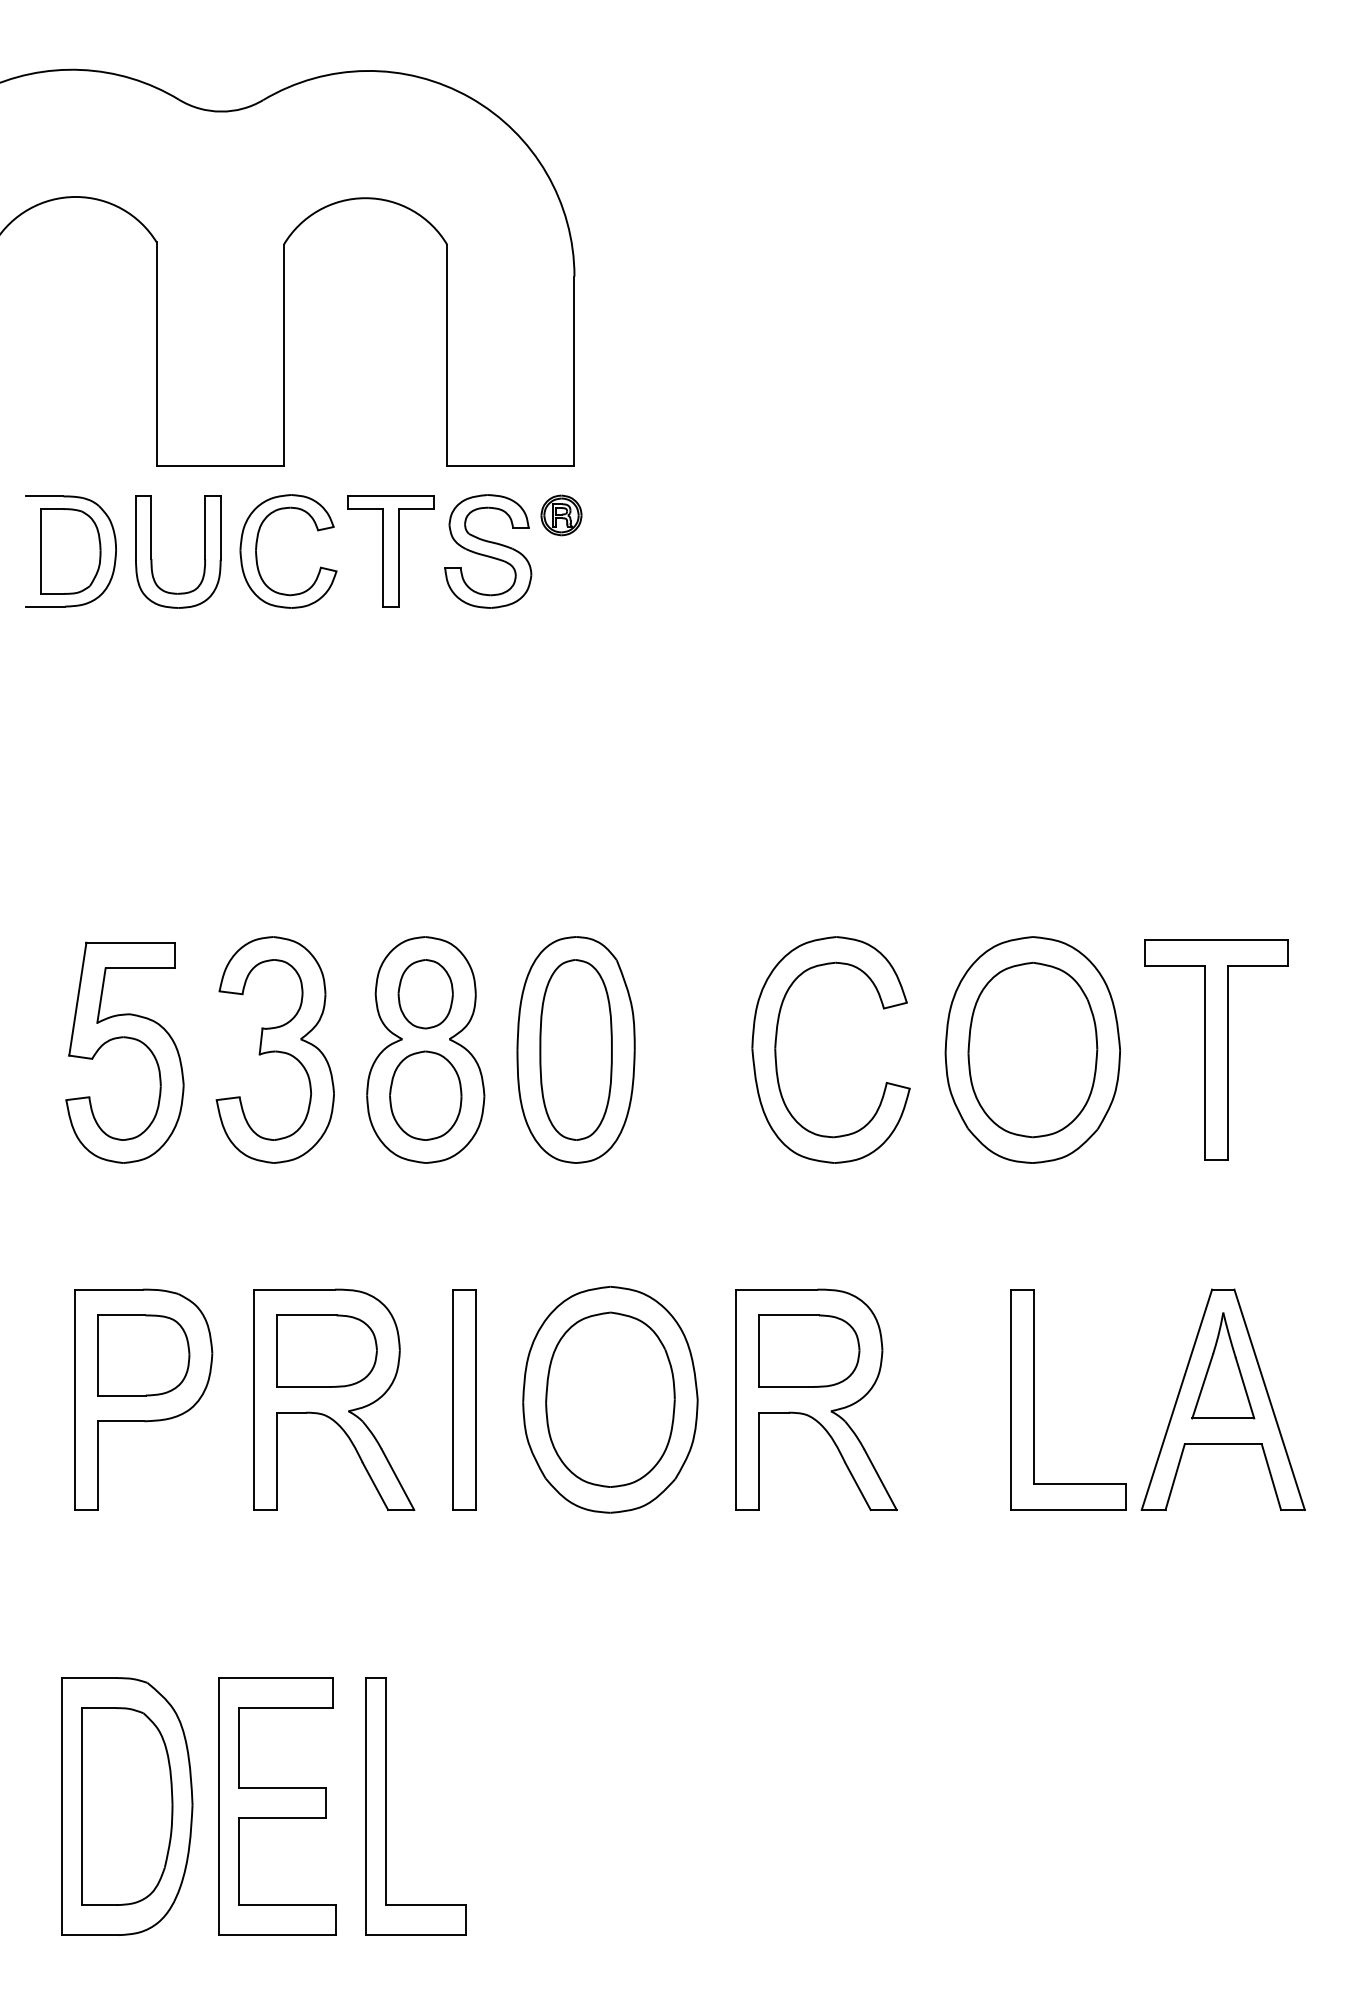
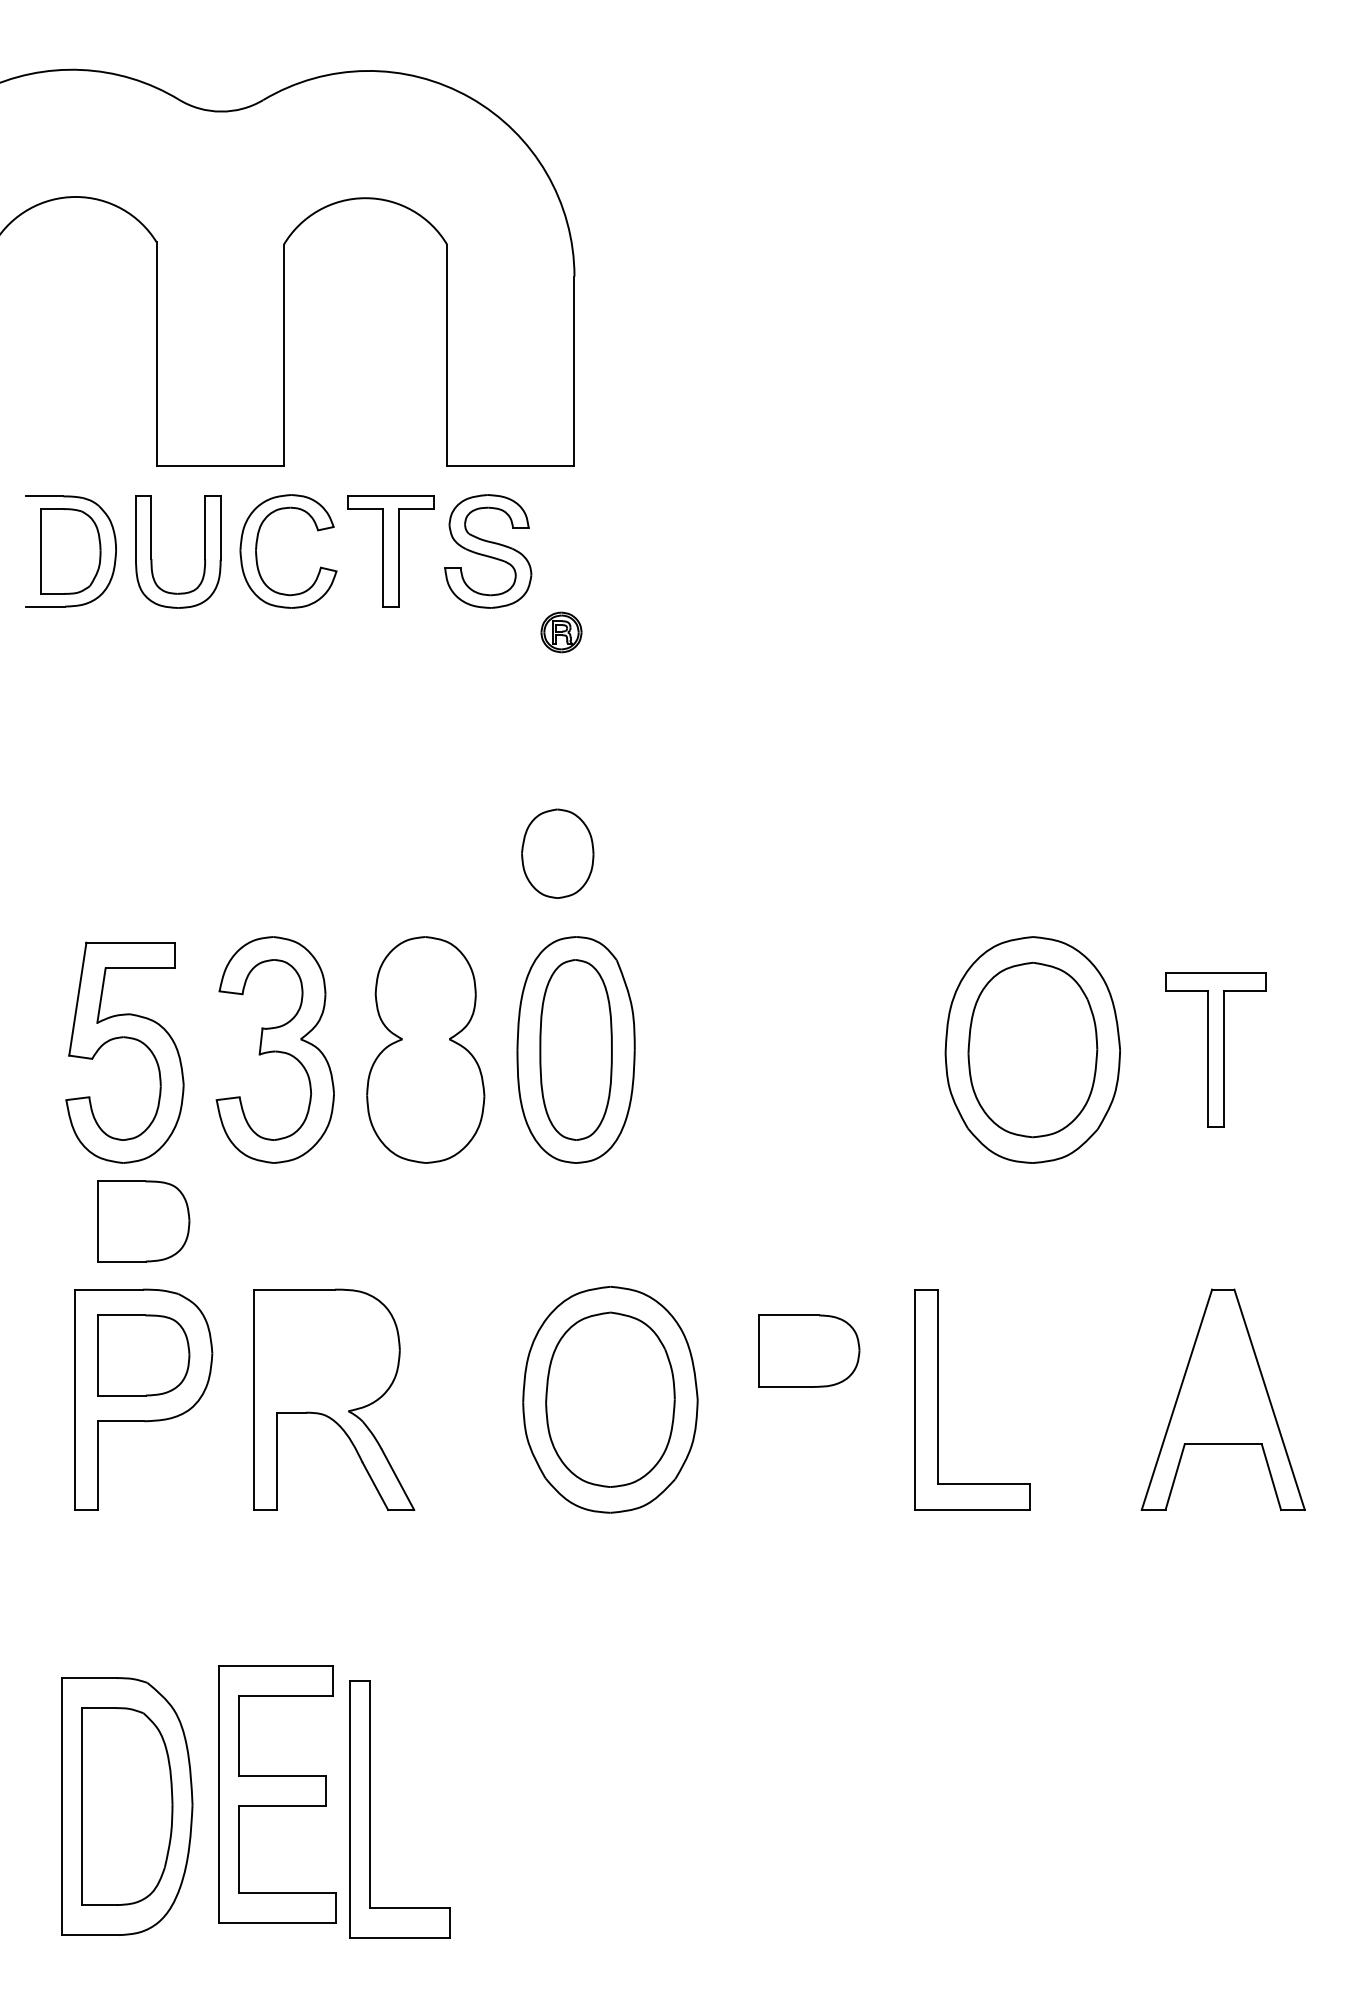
part at (561, 515) position: (561, 515) -> (561, 632)
part at (425, 994): present -> none
part at (776, 1049): present -> none
part at (1216, 1049) size: 145x222 px -> 102x156 px
part at (425, 1095) position: (425, 1095) -> (557, 853)
part at (143, 1221): none -> present
part at (326, 1350): present -> none
part at (1223, 1365): present -> none
part at (464, 1399): present -> none
part at (816, 1399): present -> none
part at (1034, 1399) position: (1034, 1399) -> (938, 1399)
part at (277, 1806) position: (277, 1806) -> (277, 1794)
part at (386, 1806) position: (386, 1806) -> (370, 1809)
